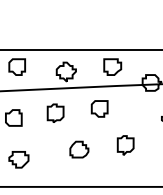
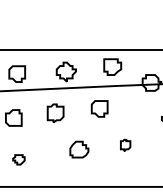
part at (16, 66) position: (16, 66) -> (16, 73)
part at (125, 145) size: 19x21 px -> 12x14 px
part at (18, 159) size: 22x18 px -> 14x12 px
